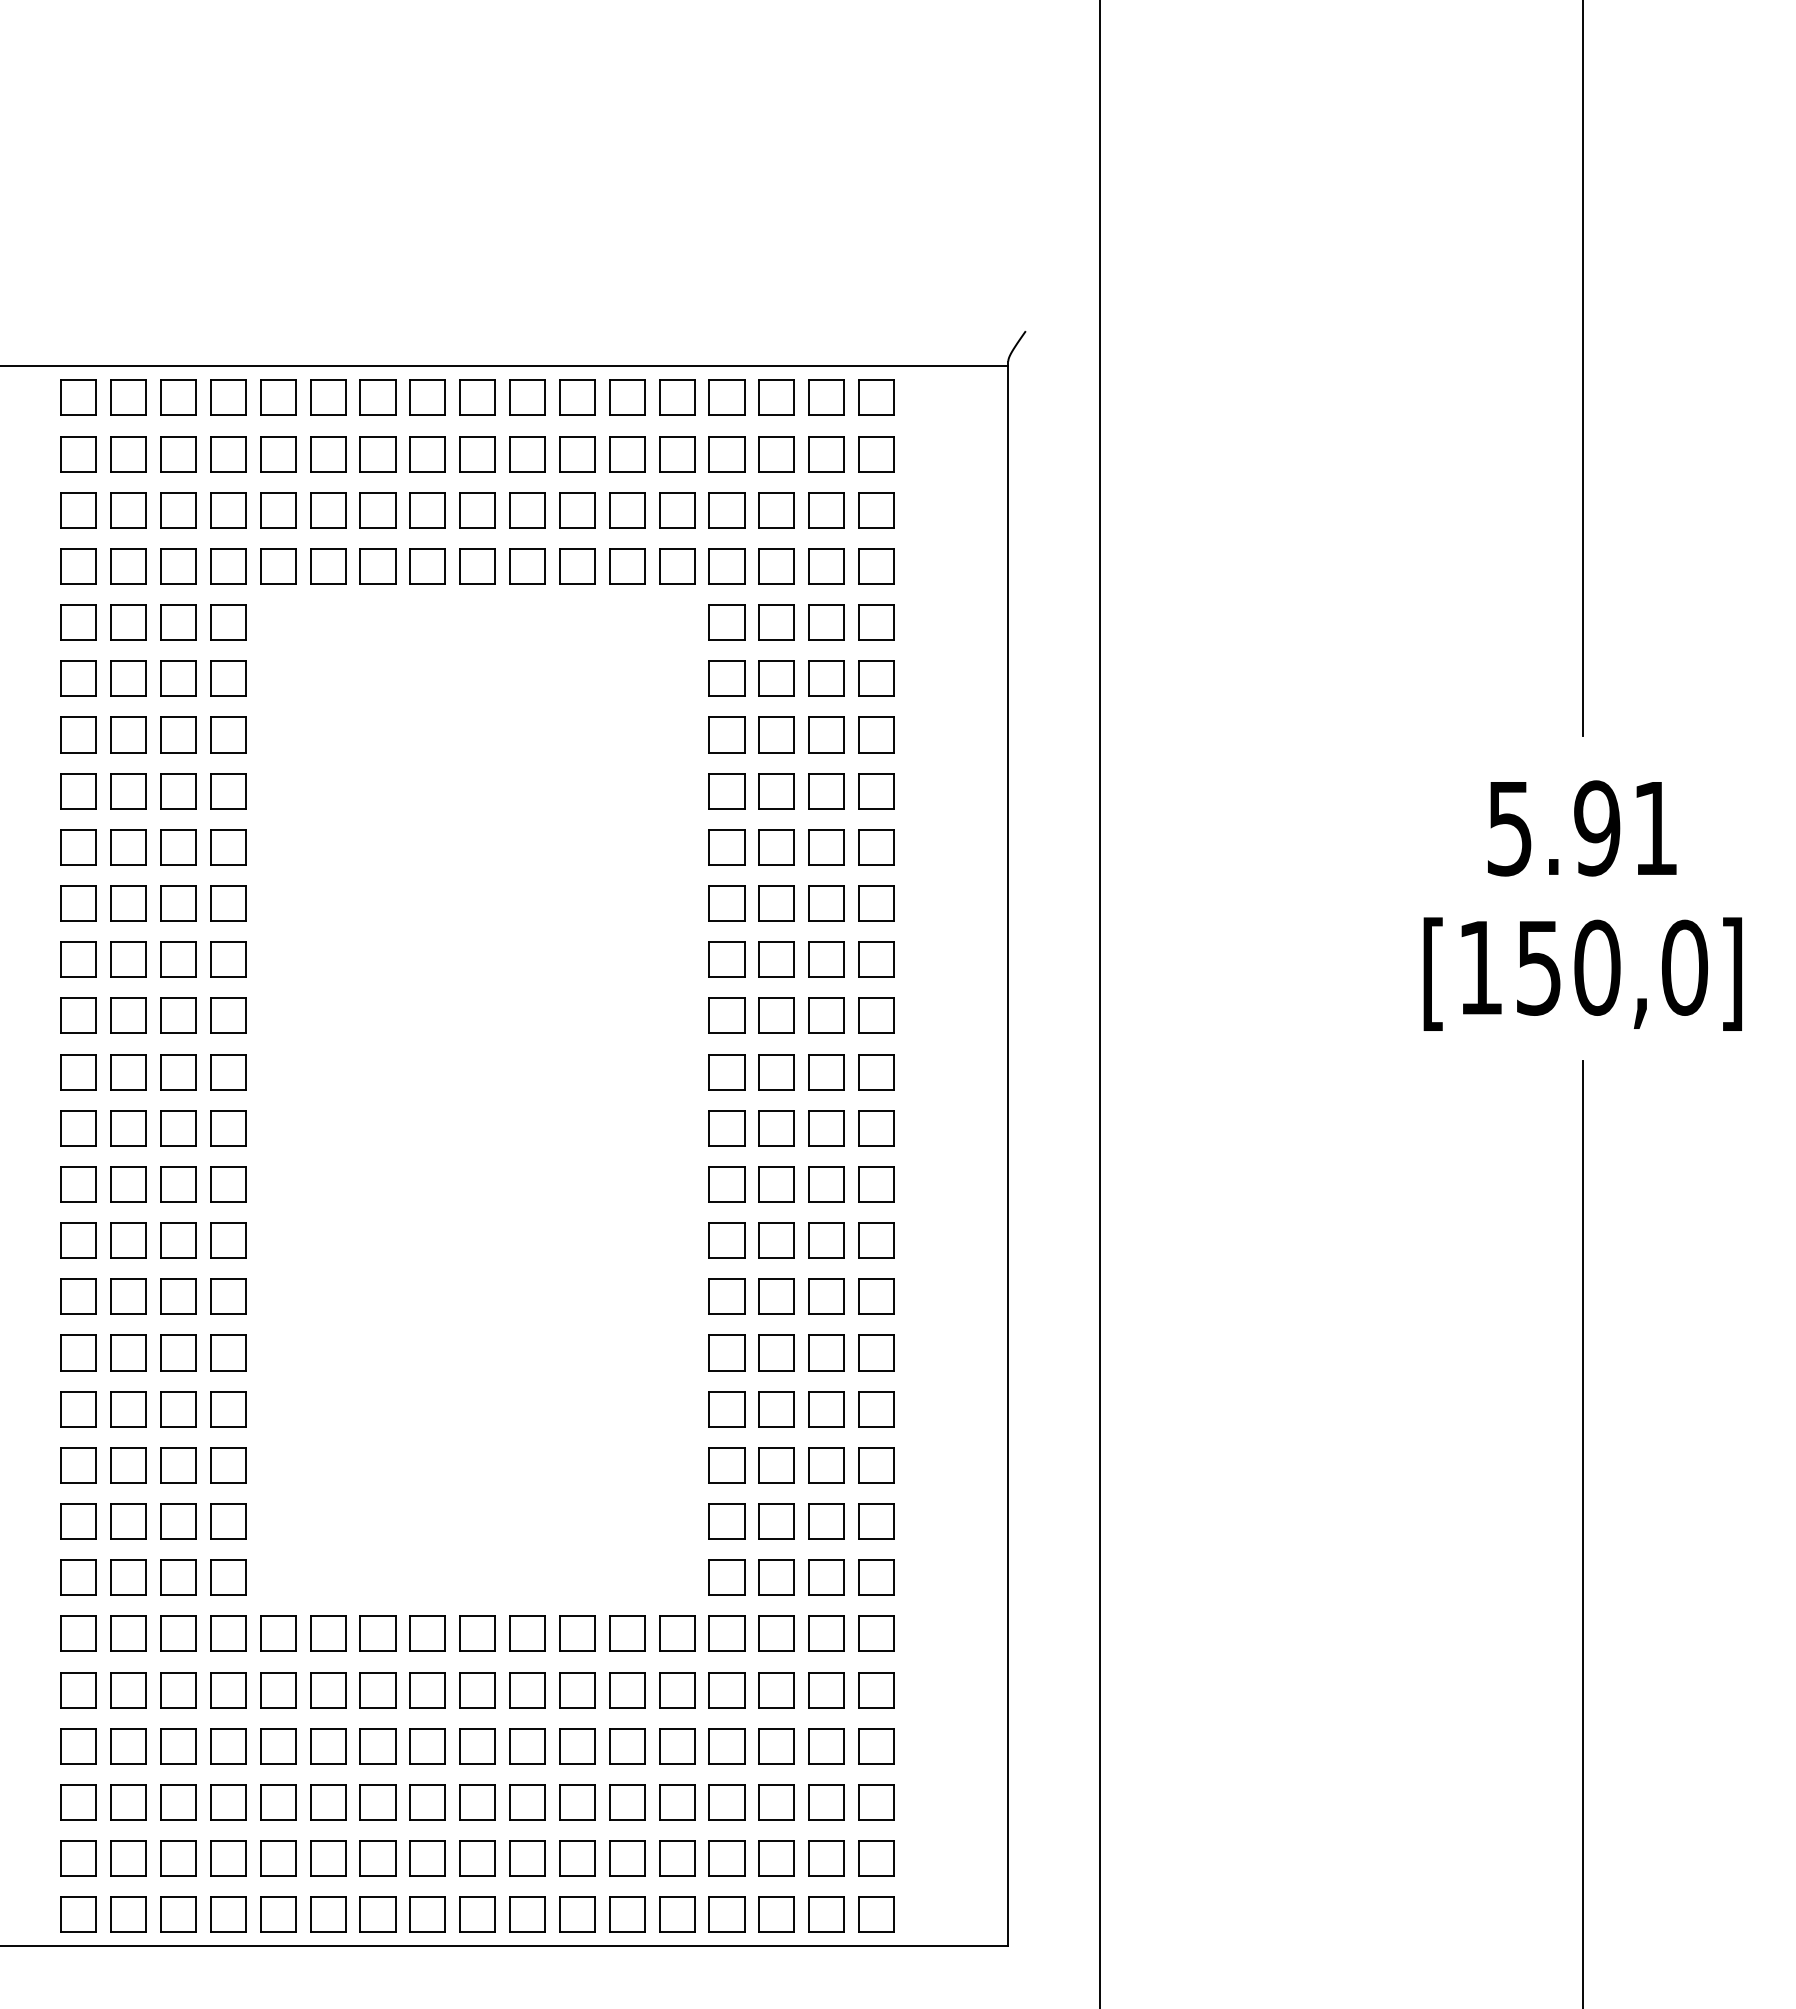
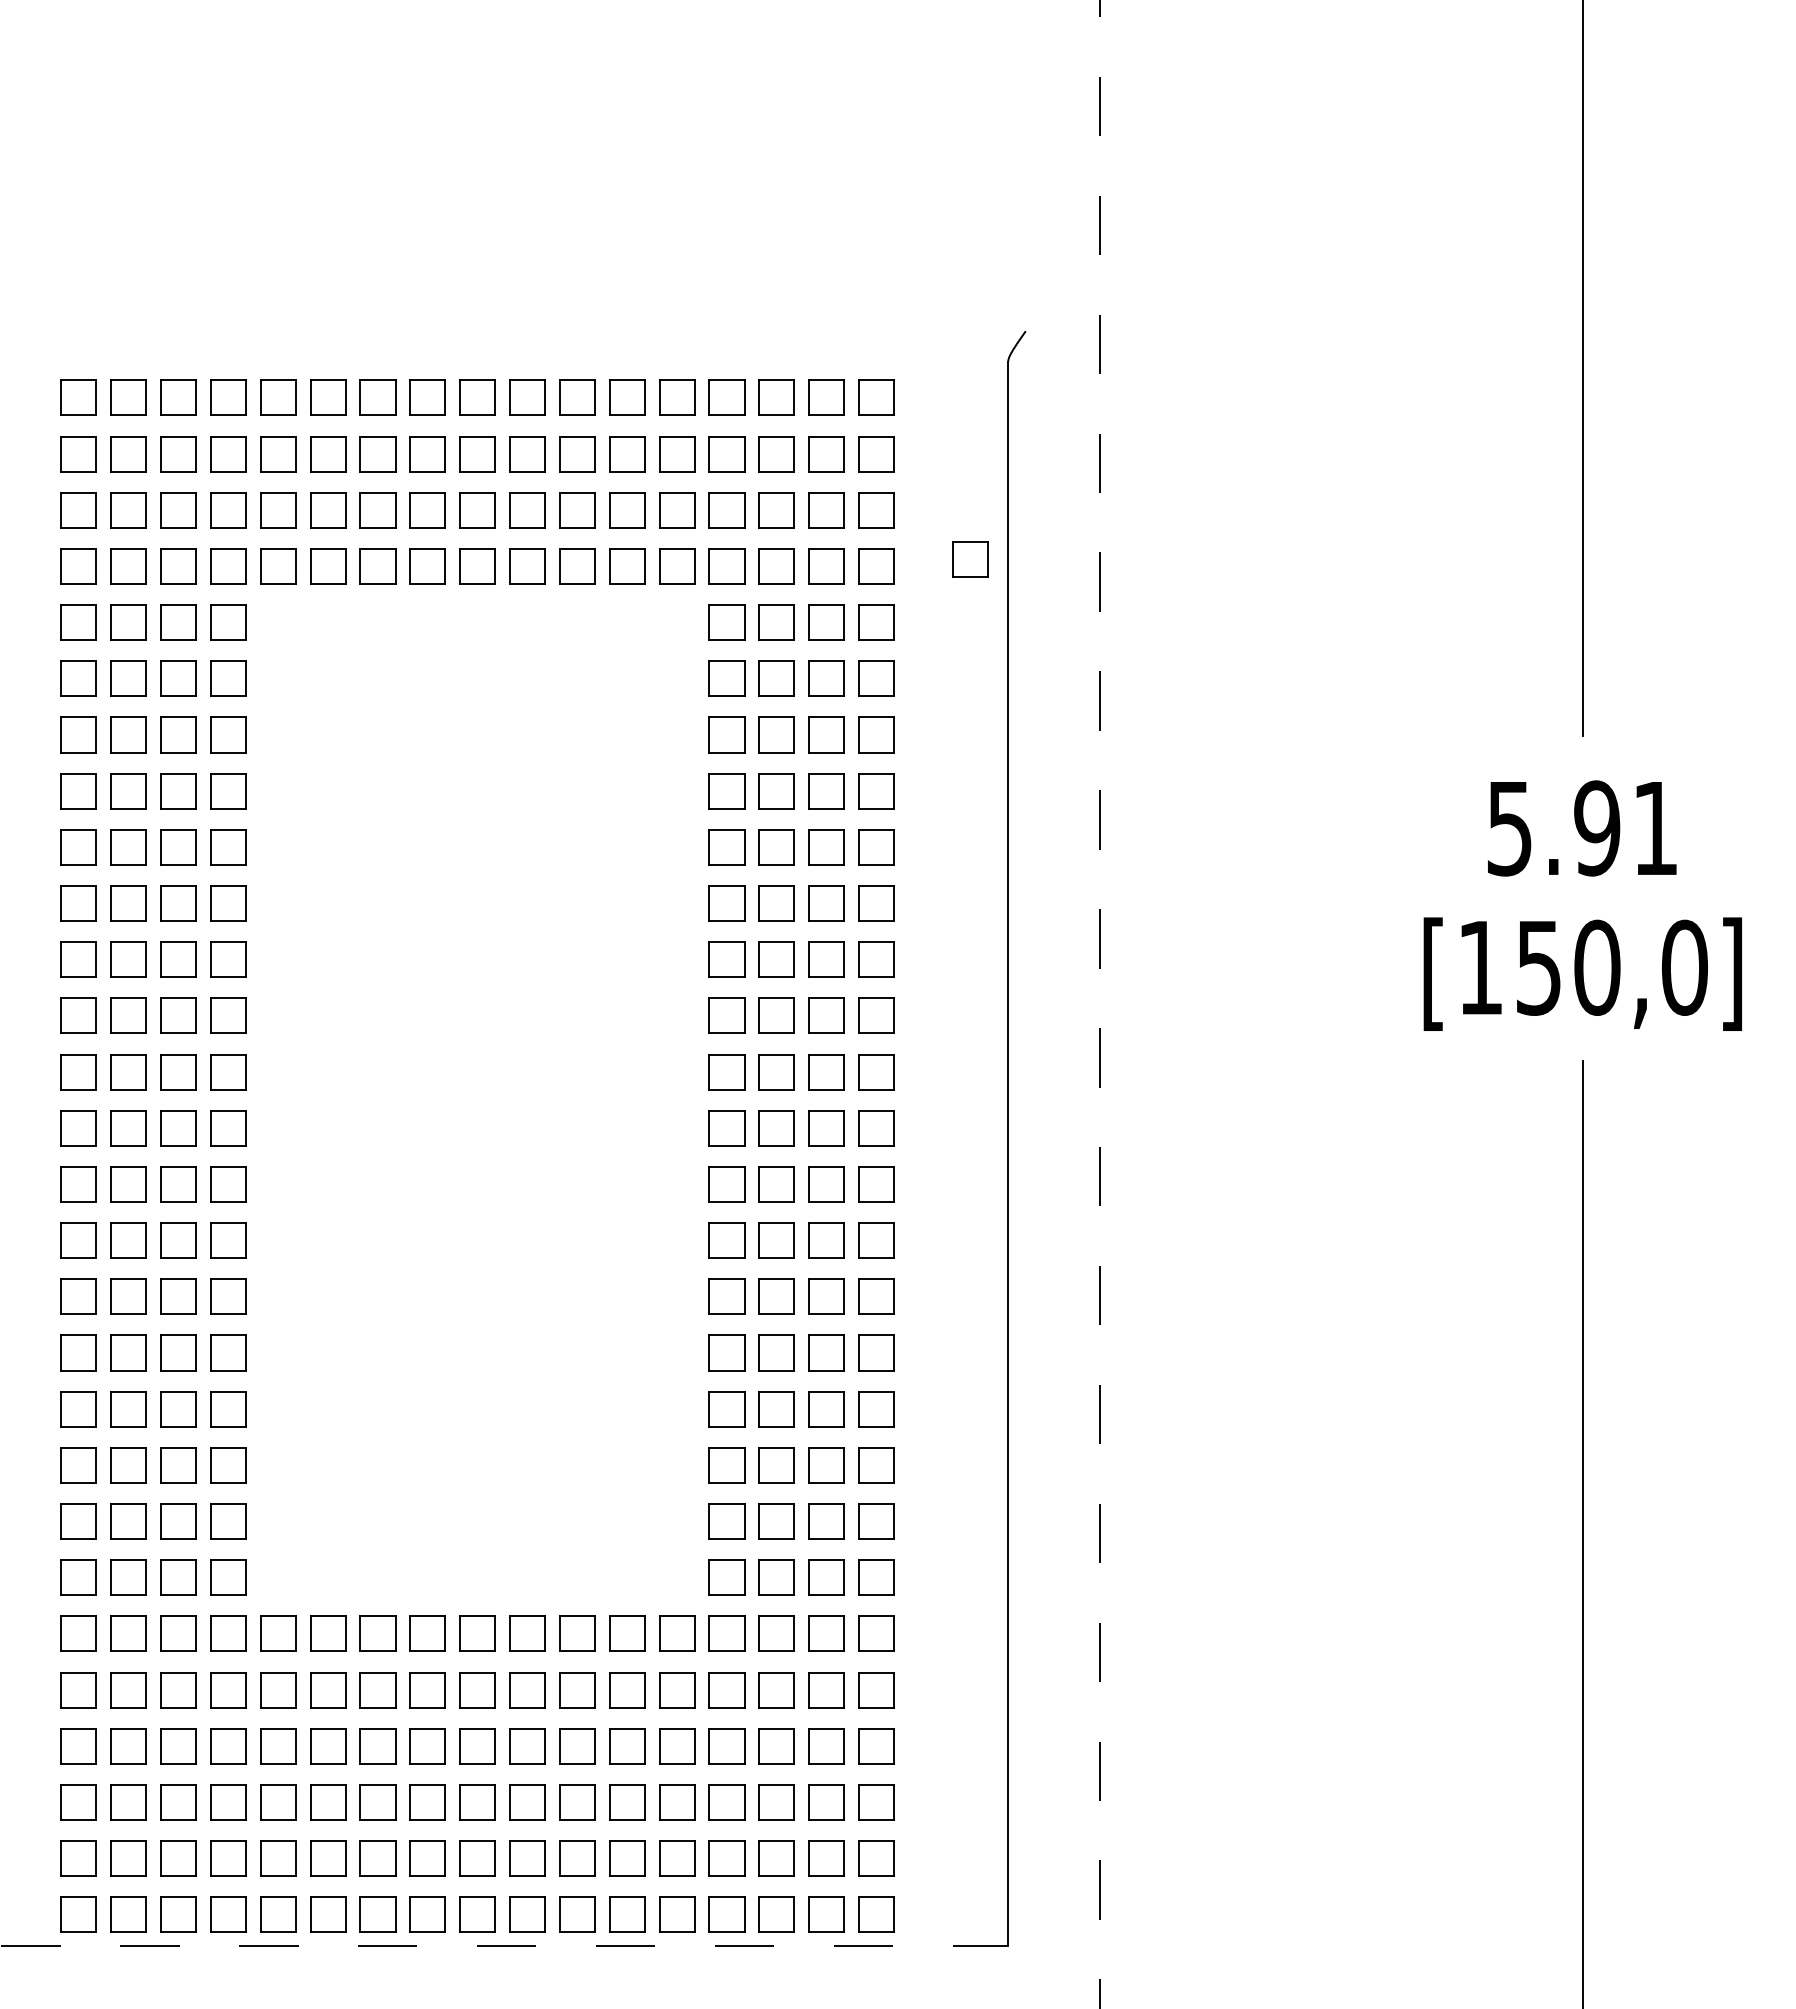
line at (505, 366): present -> none
part at (970, 559): none -> present
line at (1099, 1004): solid -> dashed
line at (504, 1946): solid -> dashed
